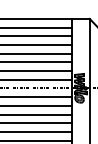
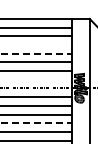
line at (37, 45): present -> none
line at (36, 53): solid -> dashed
line at (37, 79): present -> none
line at (36, 123): solid -> dashed
